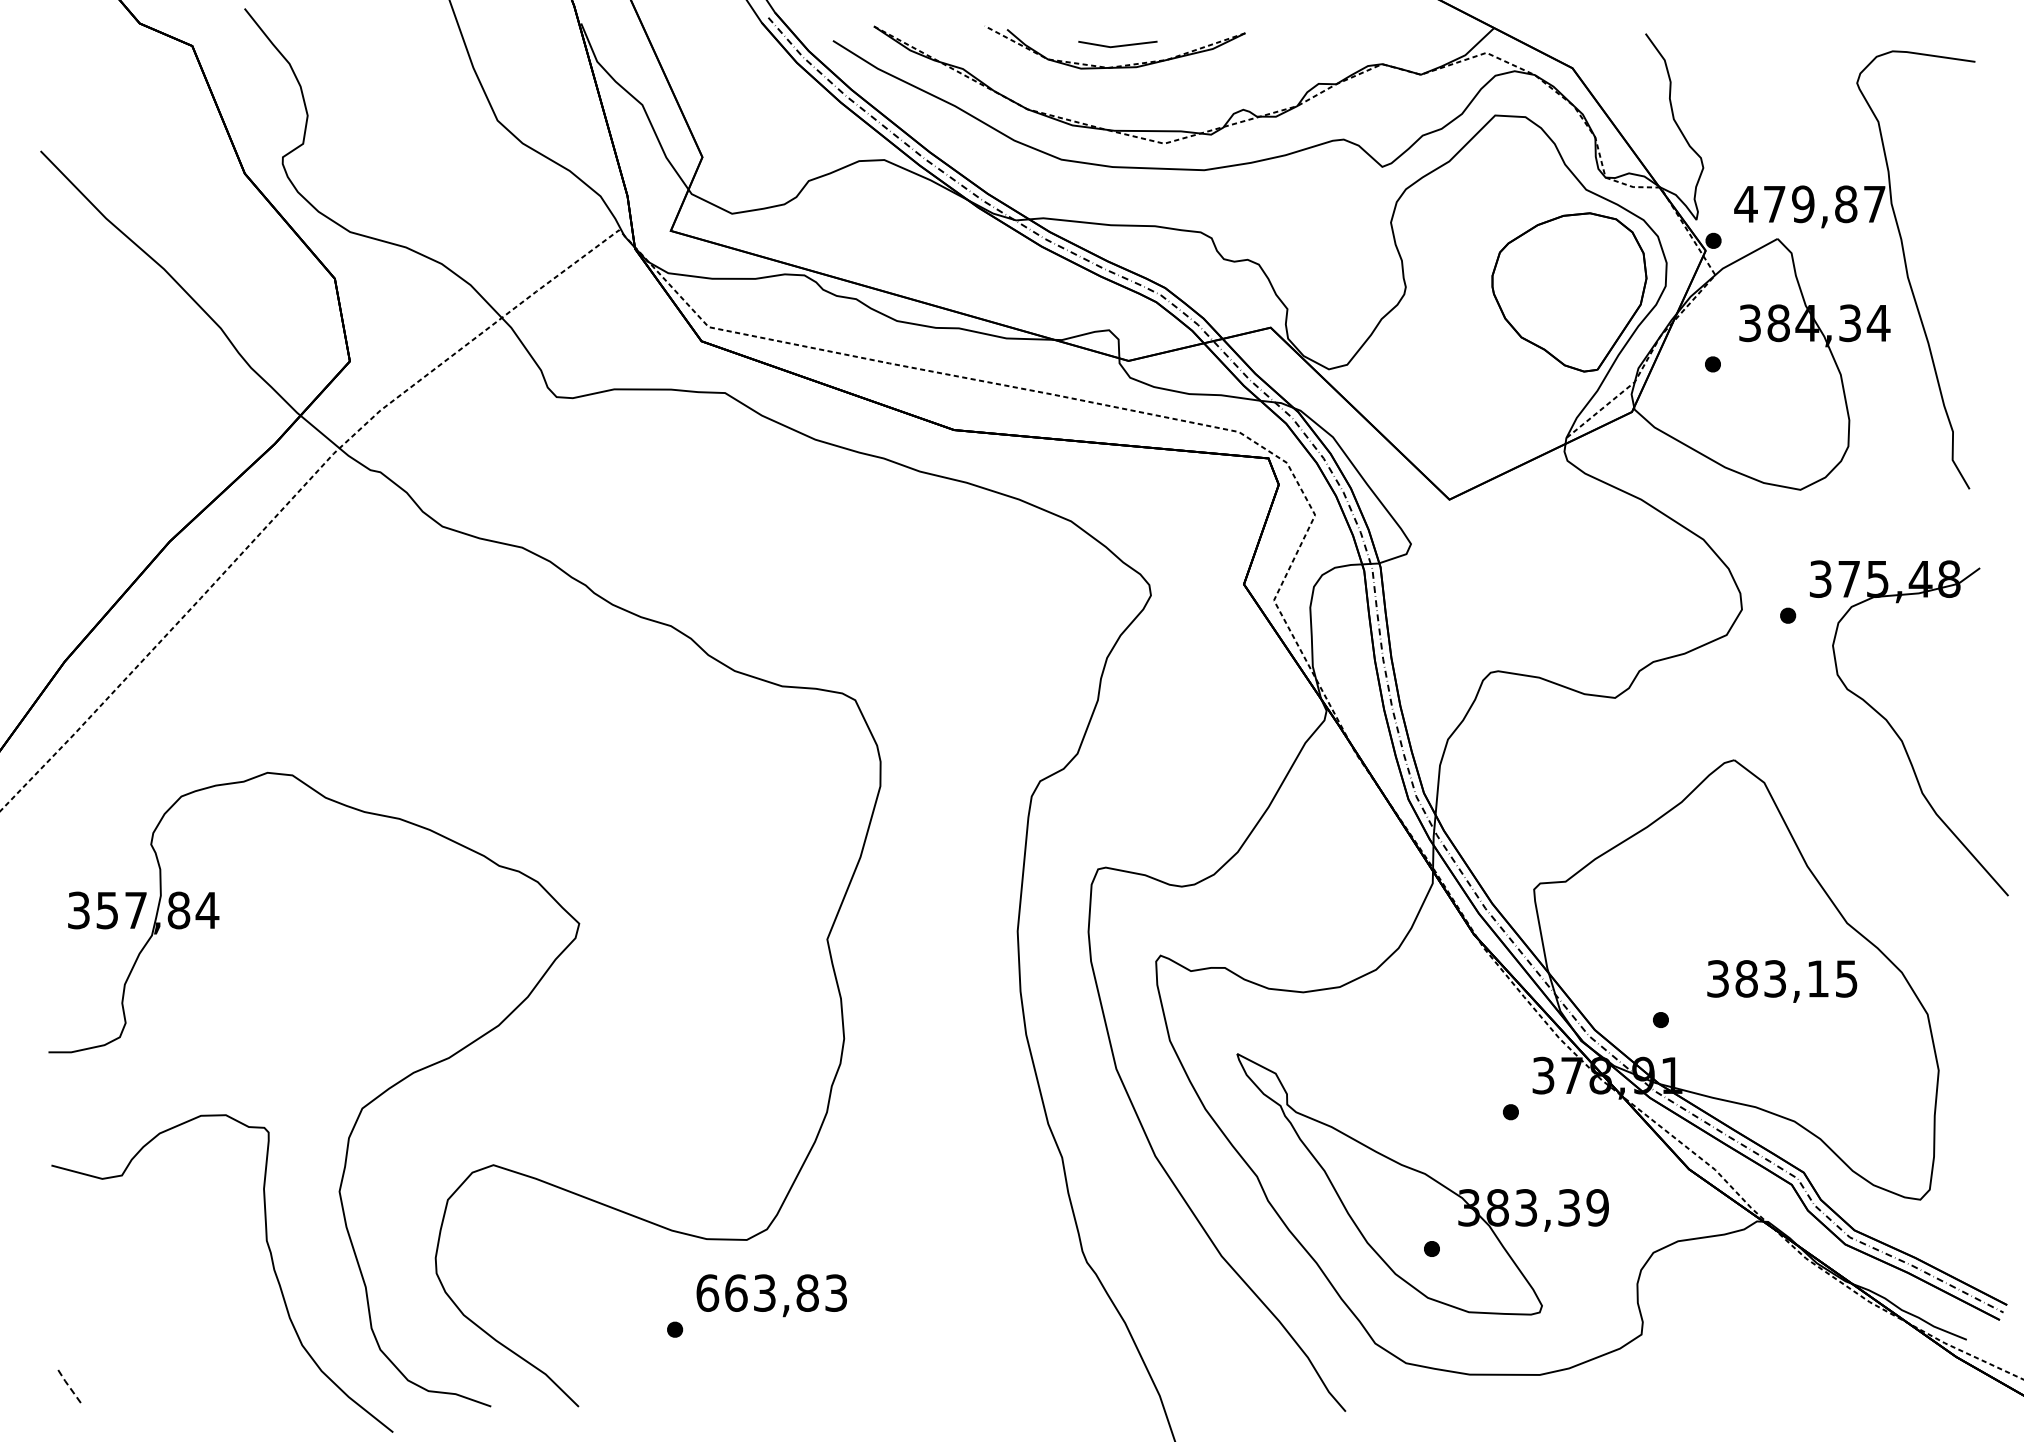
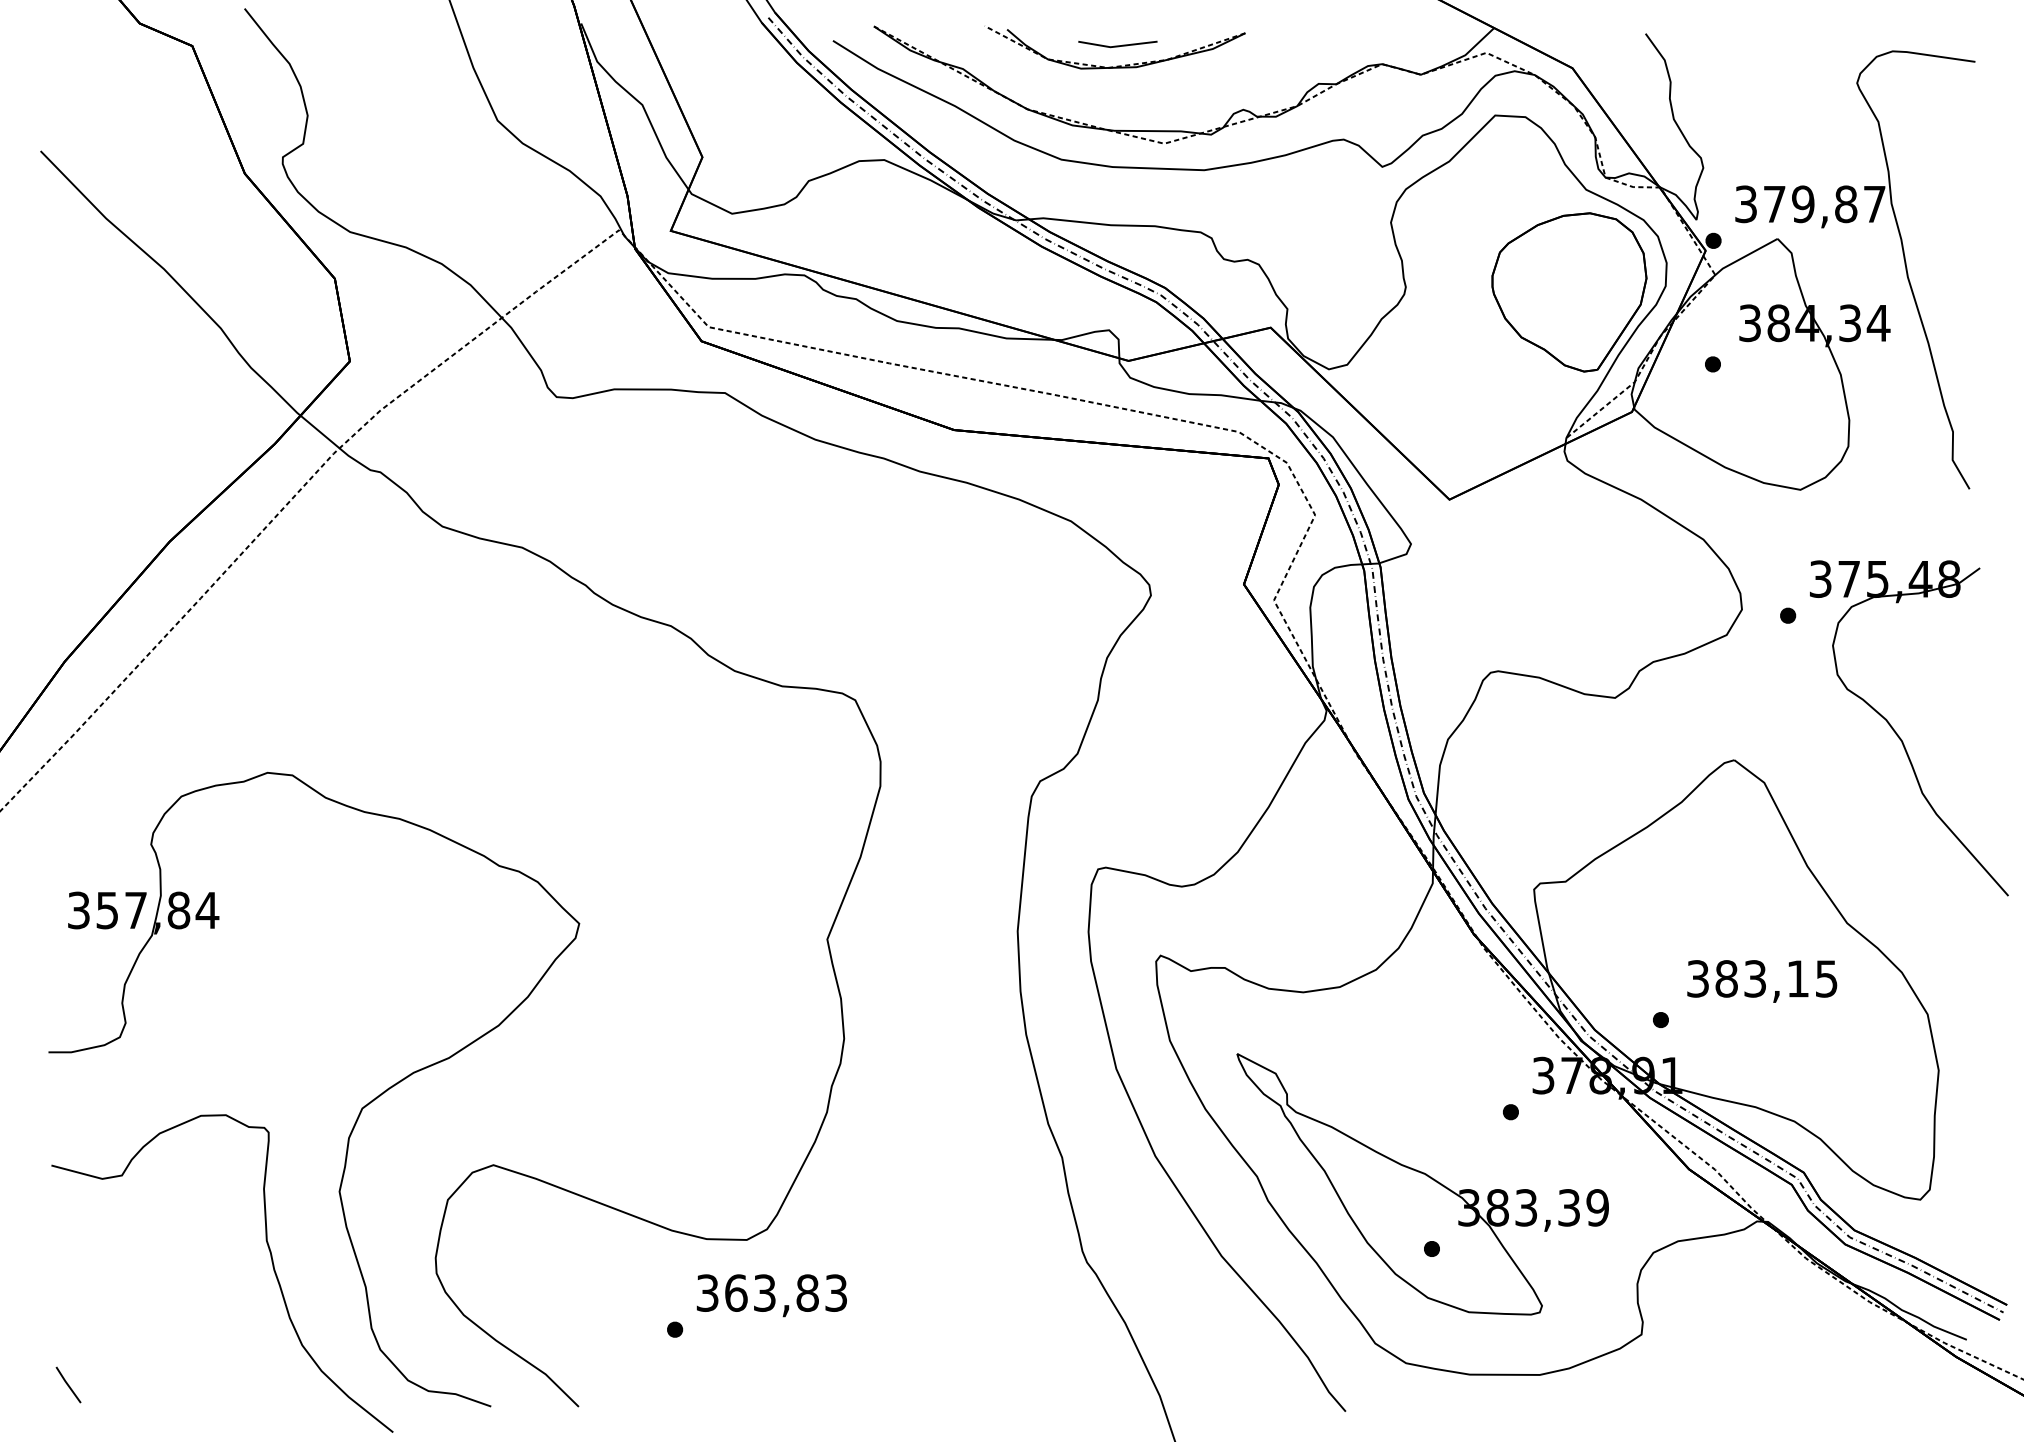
text at (1745, 204): 479,87 -> 379,87
text at (1782, 981) position: (1782, 981) -> (1762, 981)
text at (707, 1292): 663,83 -> 363,83
line at (67, 1384): dashed -> solid
